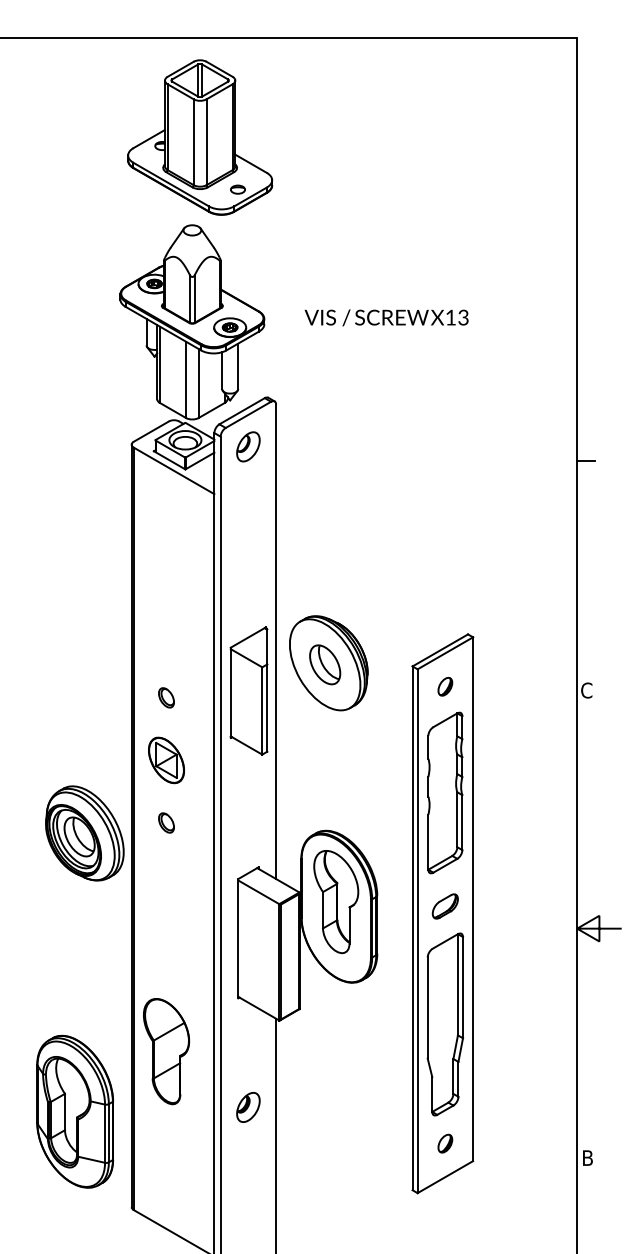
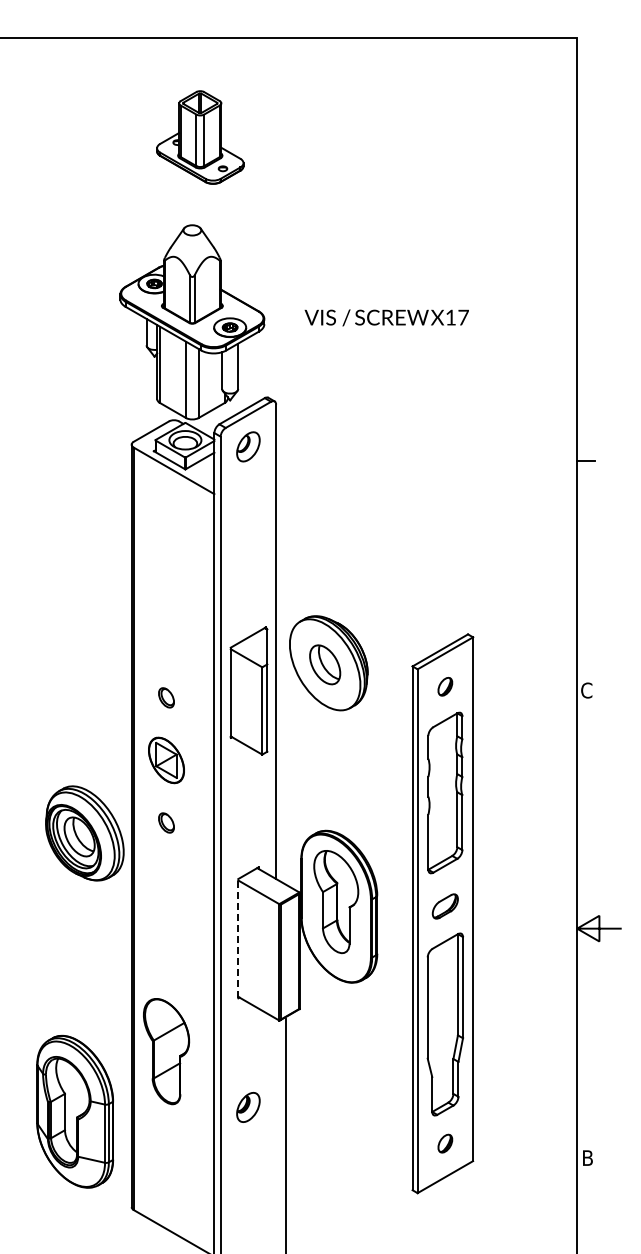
part at (200, 137) size: 147x157 px -> 89x95 px
text at (463, 317): X13 -> X17
line at (238, 938): solid -> dashed
line at (276, 1134) position: (276, 1134) -> (286, 1134)
